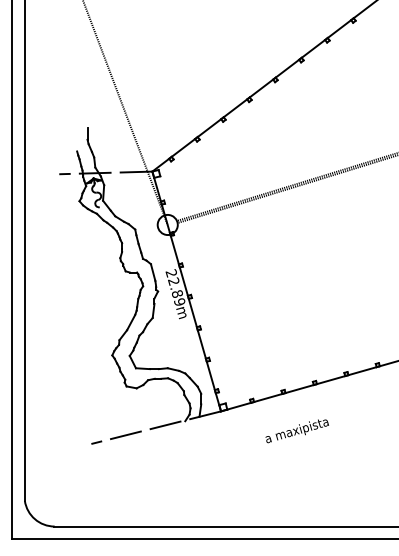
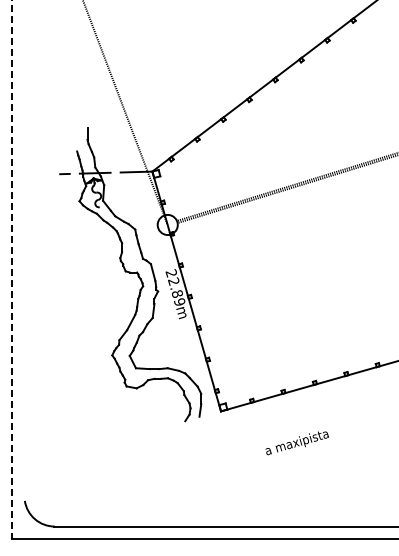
line at (24, 251): present -> none
line at (12, 270): solid -> dashed
line at (156, 427): present -> none
text at (296, 431) position: (296, 431) -> (296, 443)
